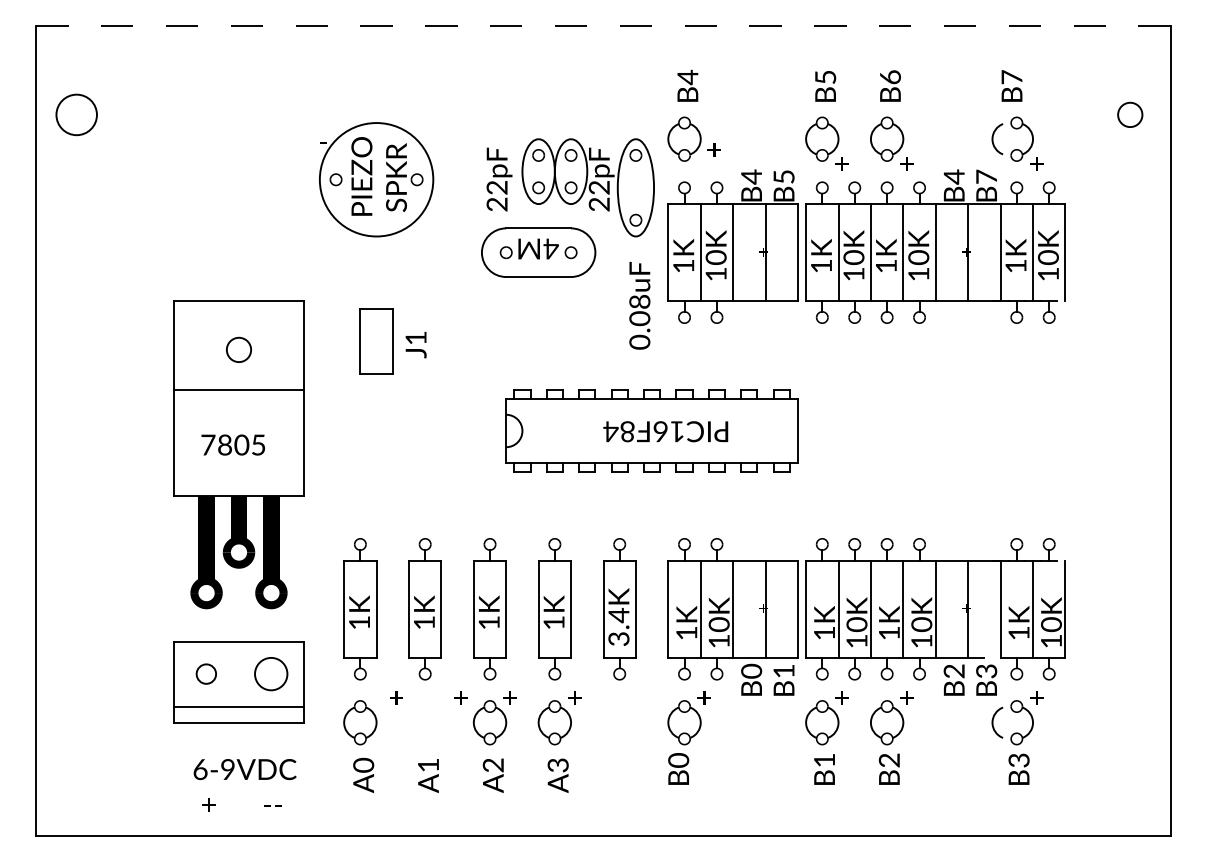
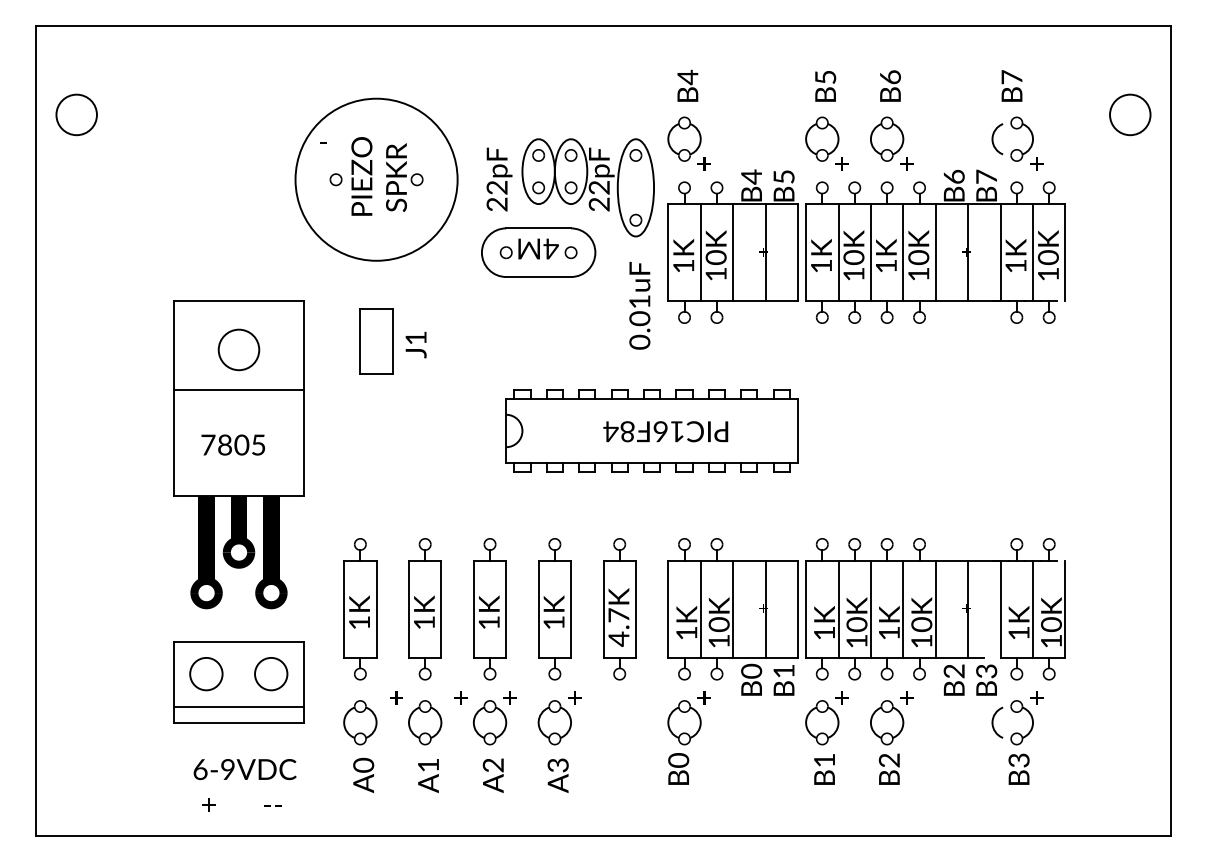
line at (603, 25): dashed -> solid
circle at (1130, 114) diameter: 24 px -> 41 px
text at (713, 149) position: (713, 149) -> (703, 163)
text at (954, 176): B4 -> B6
circle at (376, 179) diameter: 113 px -> 162 px
text at (639, 301): 0.08uF -> 0.01uF
circle at (238, 349) diameter: 24 px -> 41 px
text at (618, 626): 3.4K -> 4.7K
circle at (206, 673) diameter: 19 px -> 32 px
part at (425, 722): none -> present
